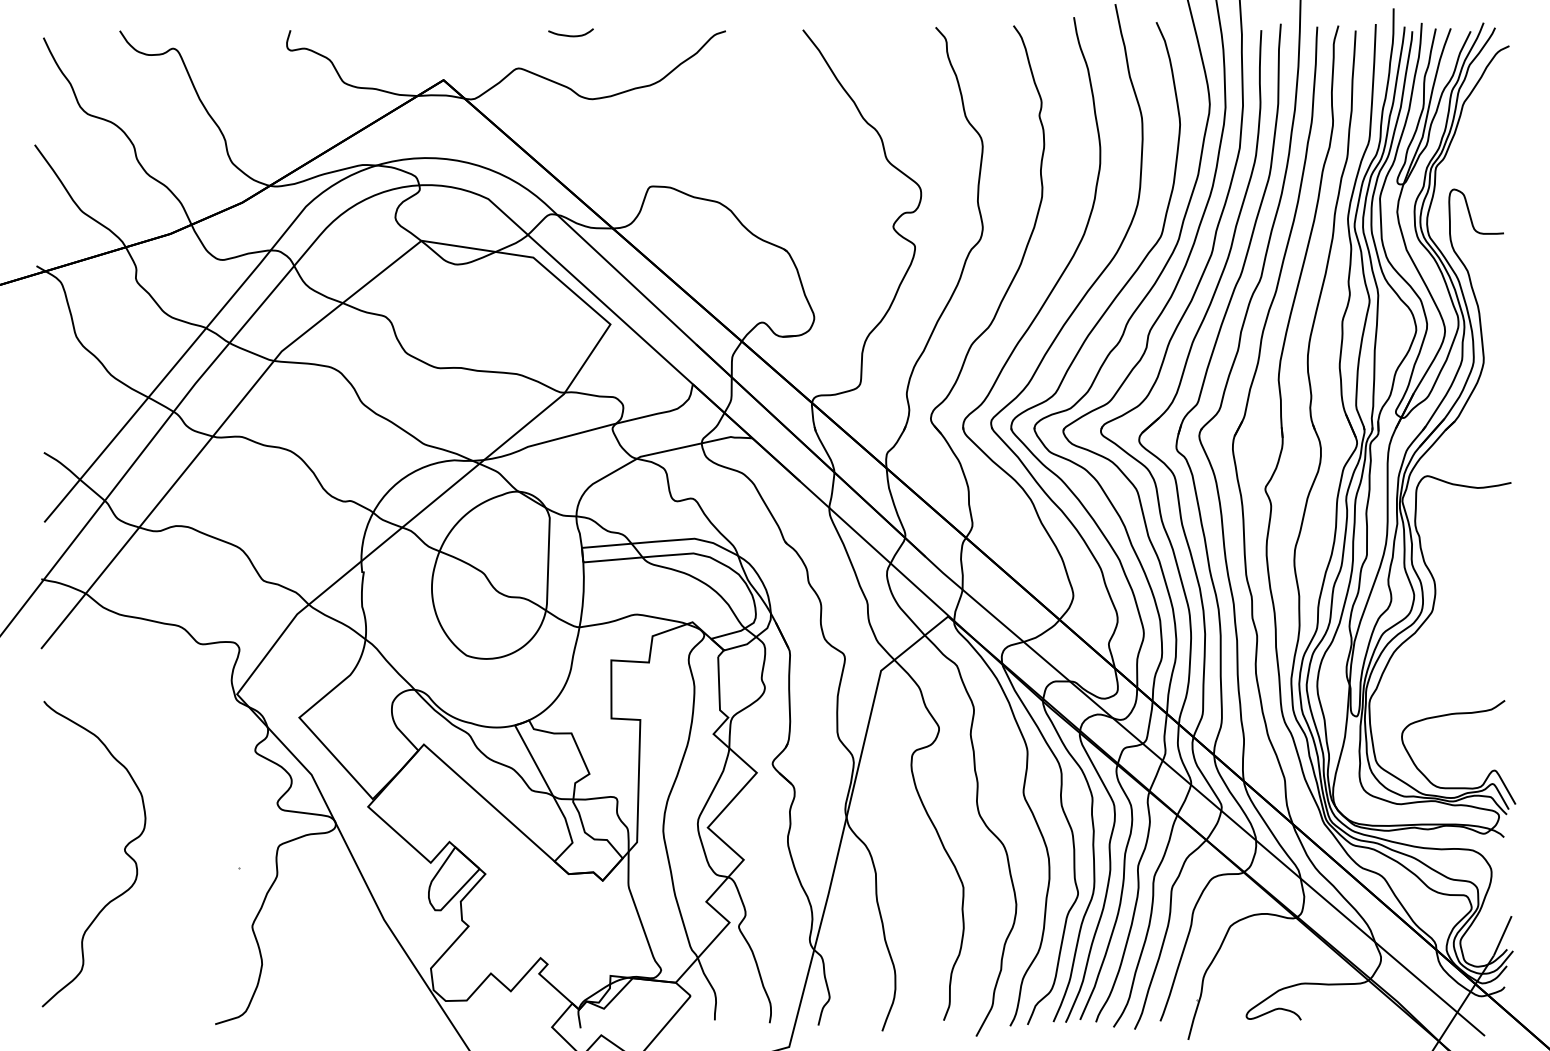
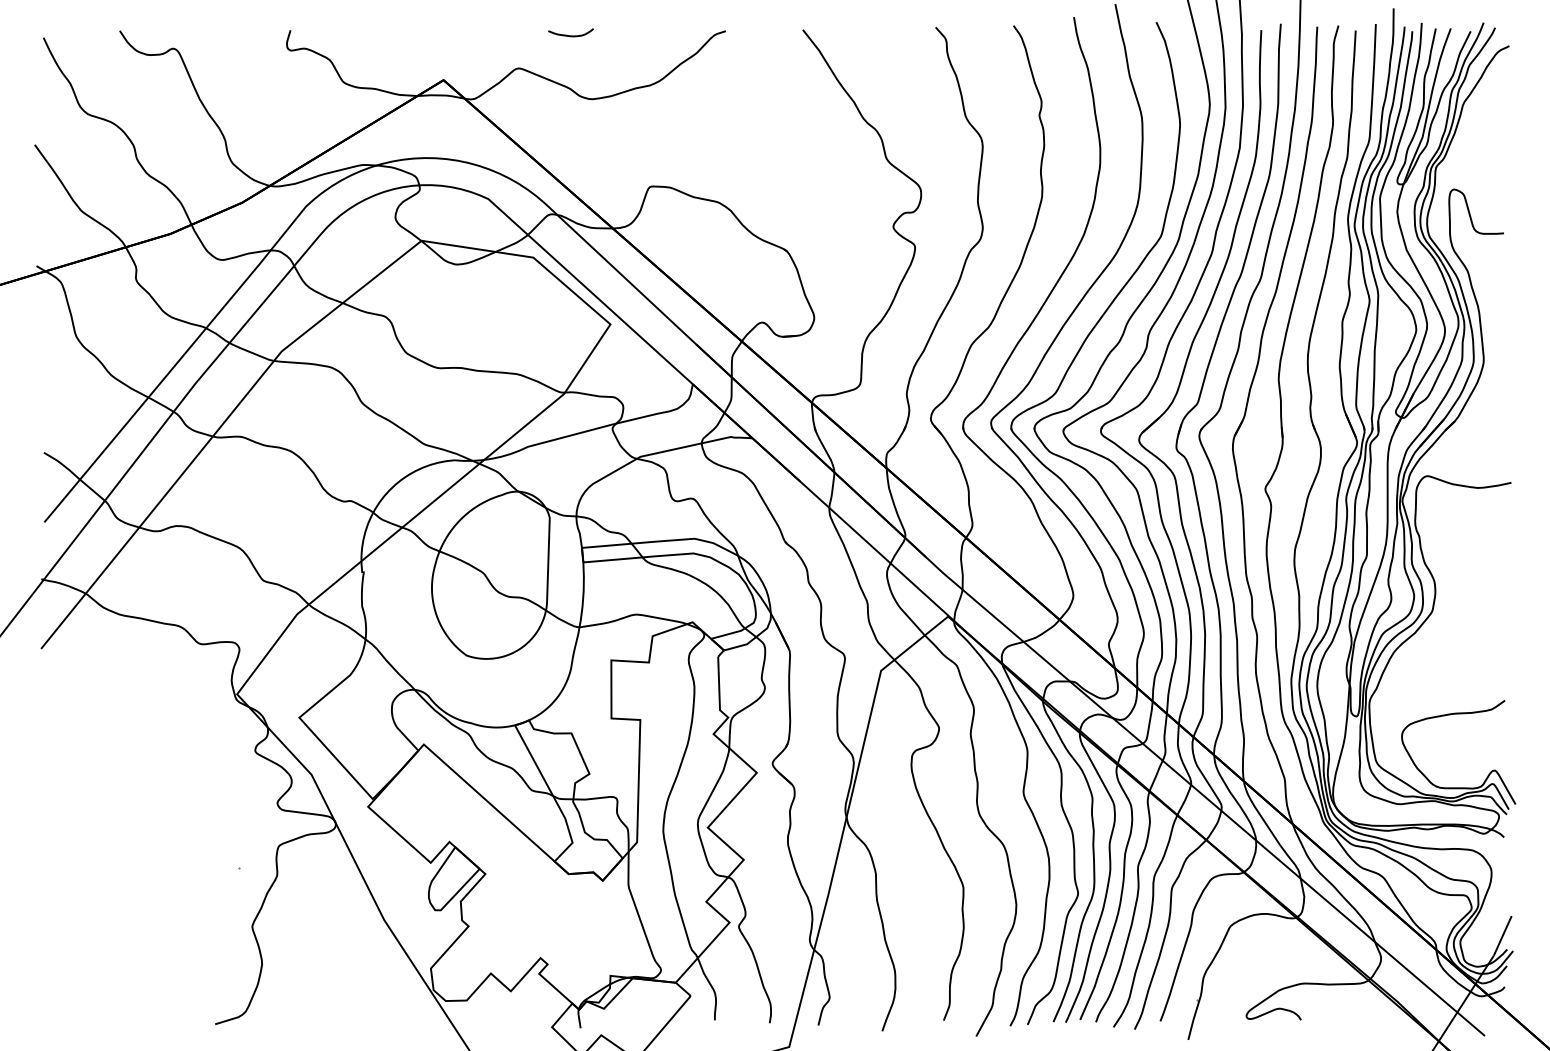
curve at (124, 852): present -> none
